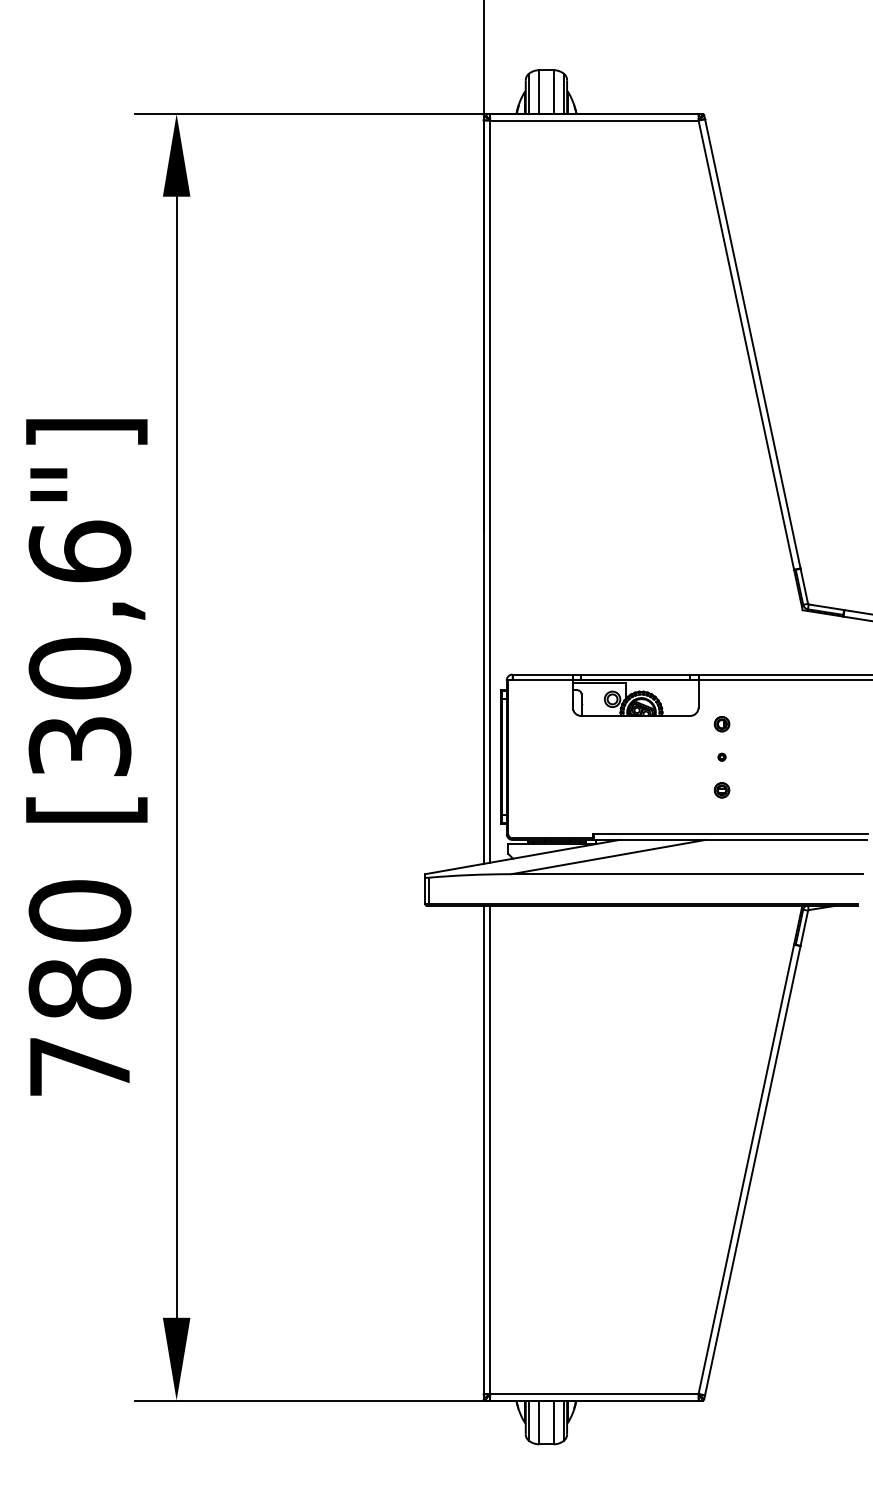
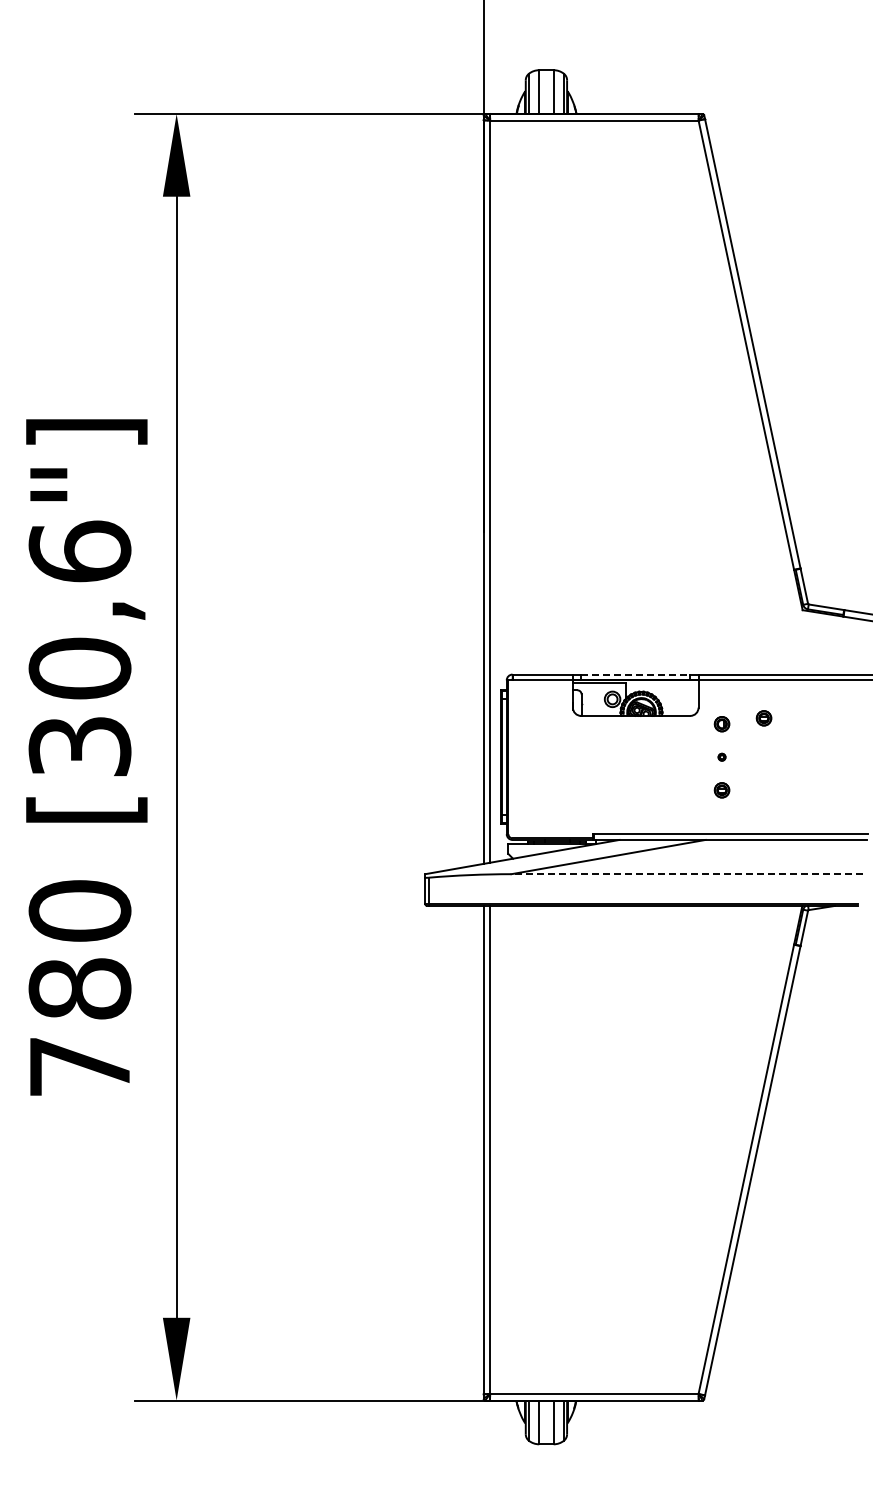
line at (635, 674): solid -> dashed
part at (763, 718): none -> present
line at (687, 874): solid -> dashed
